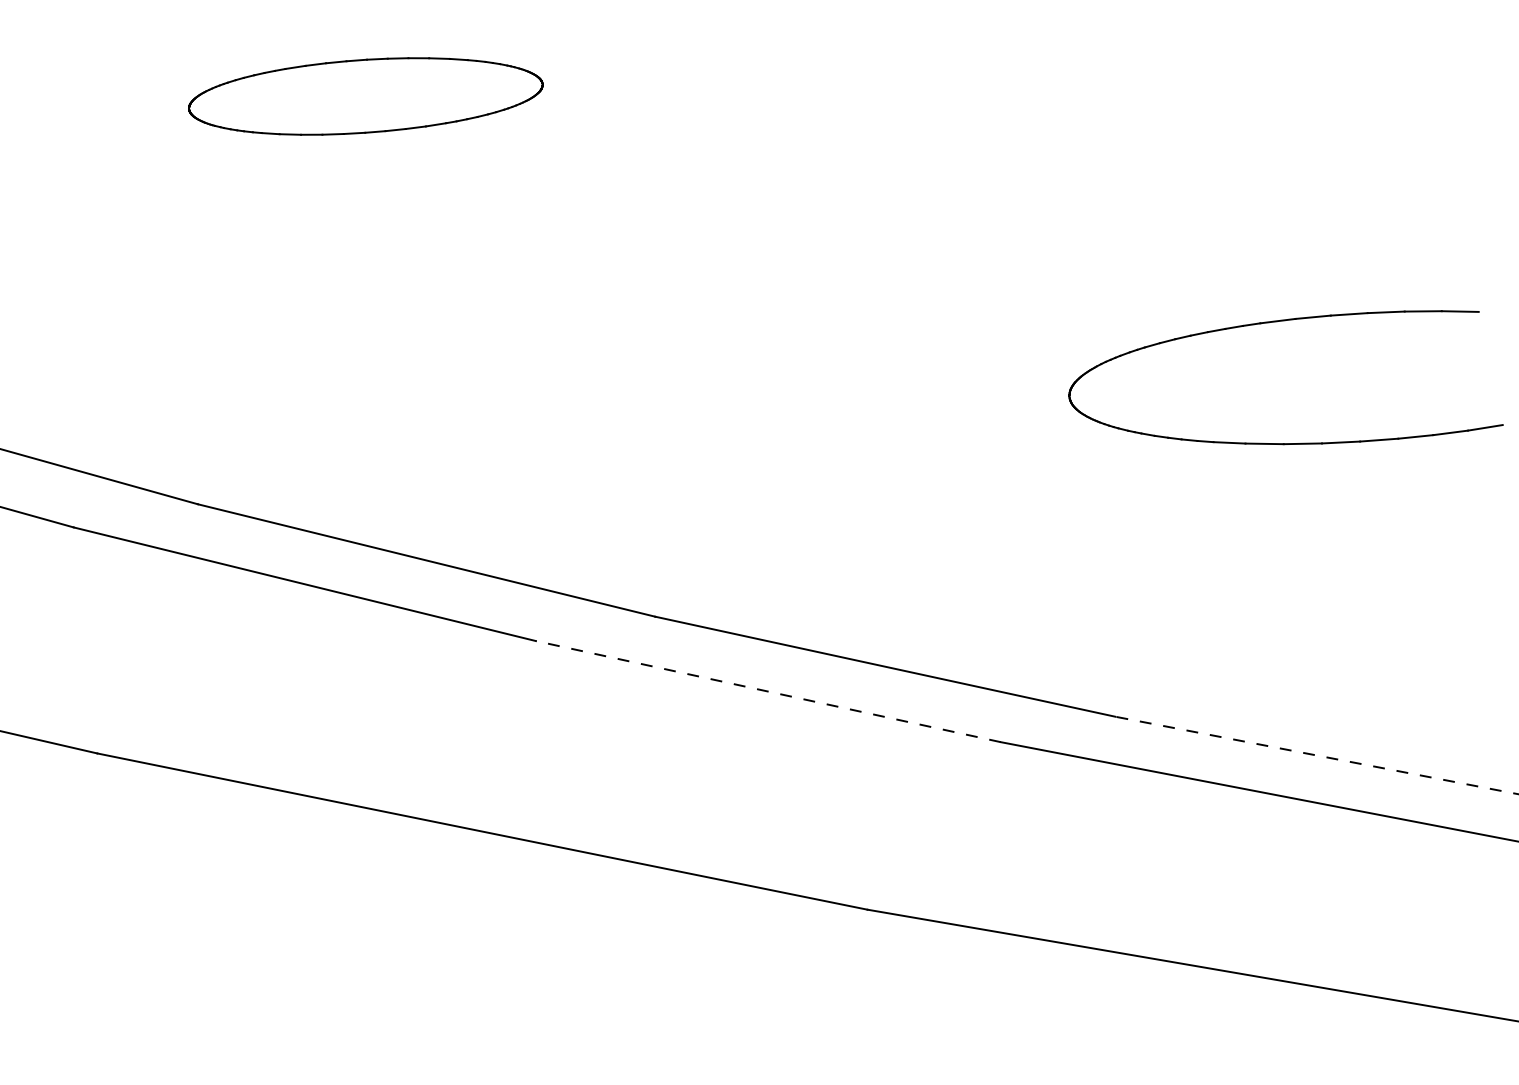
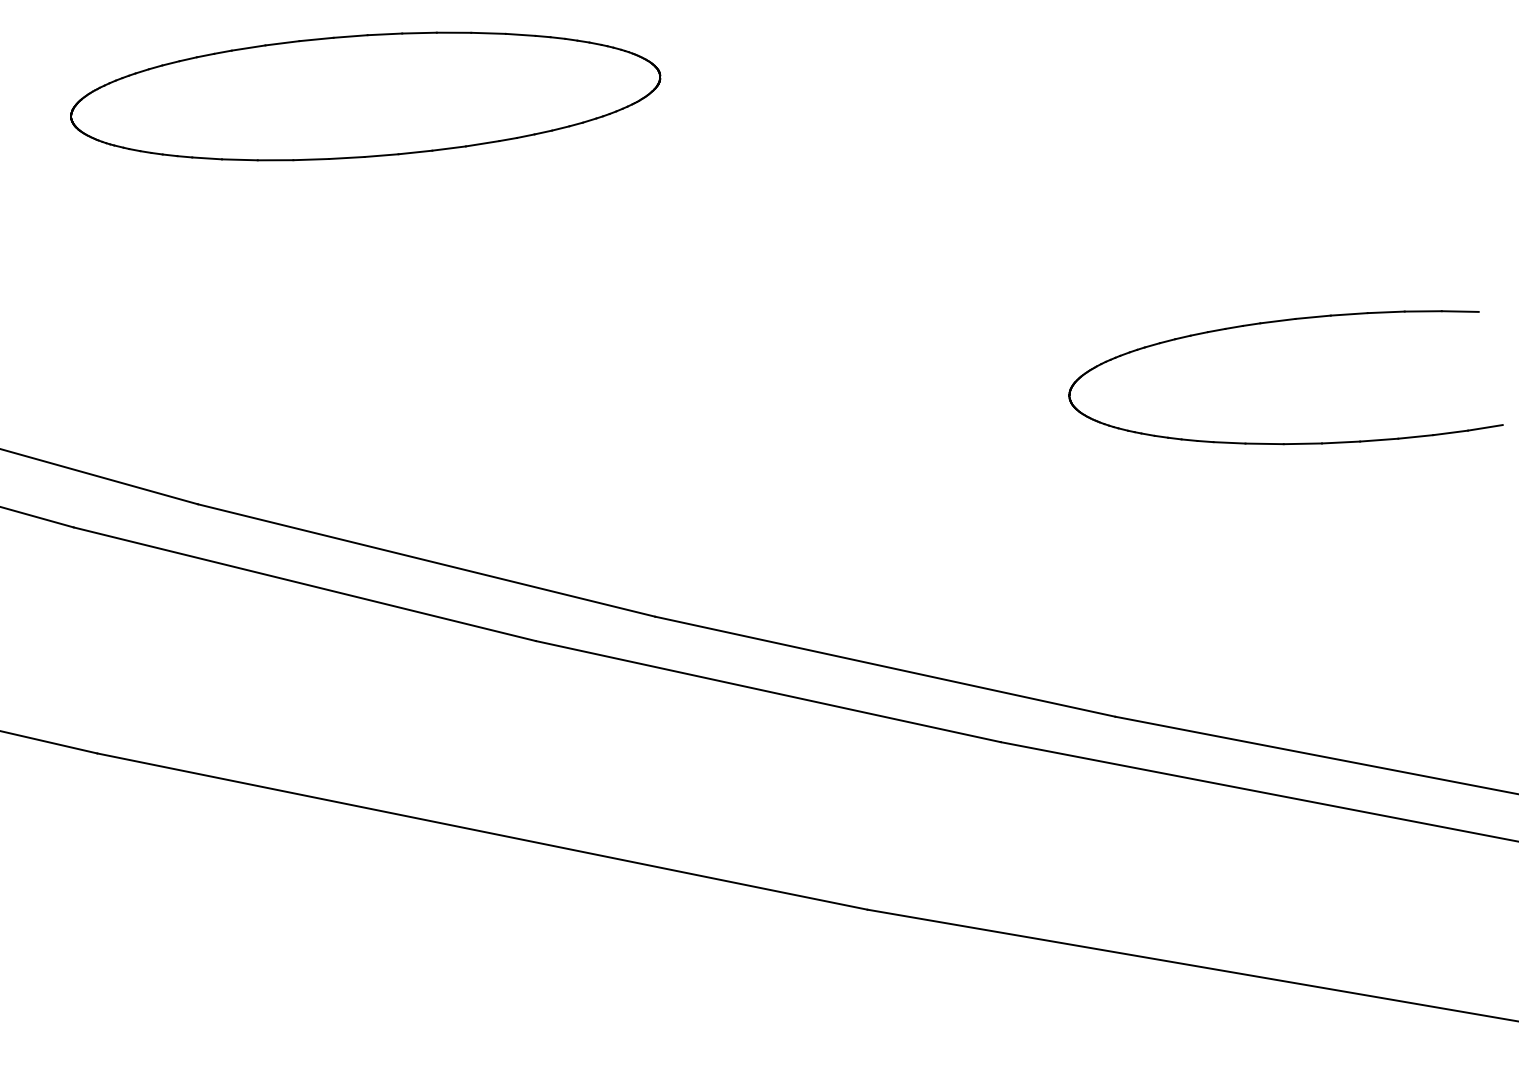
part at (365, 96) size: 356x79 px -> 592x131 px
line at (768, 691): dashed -> solid
line at (1316, 755): dashed -> solid
